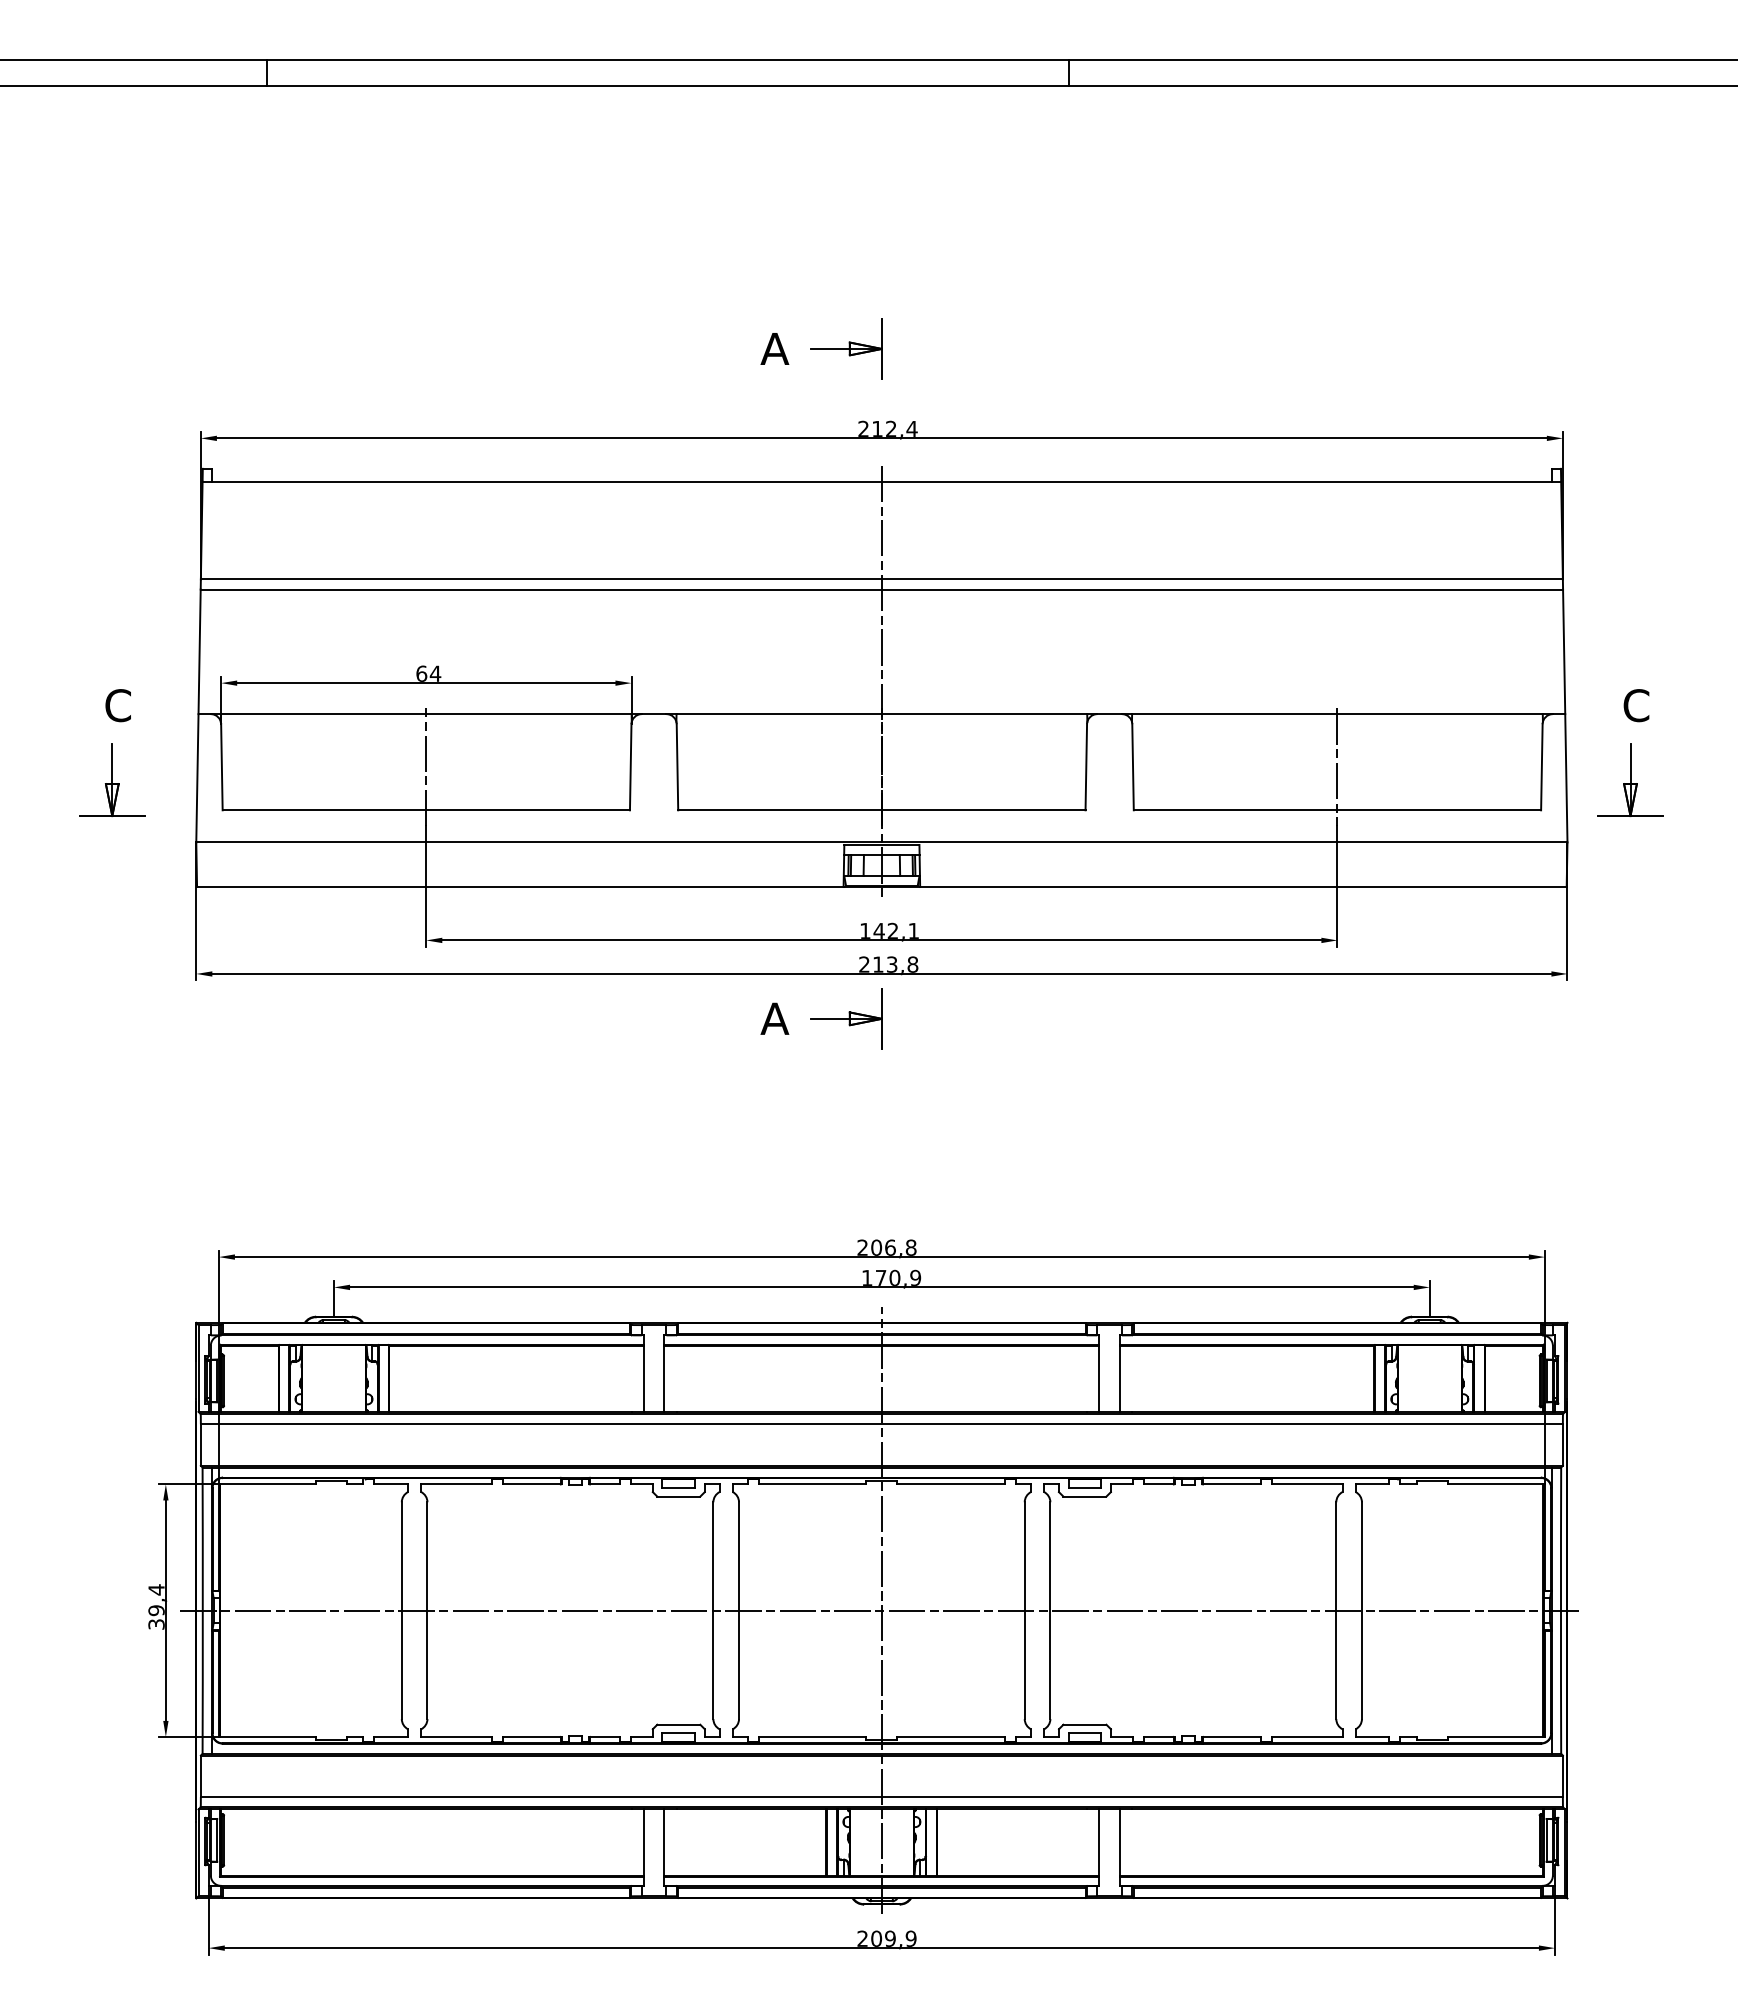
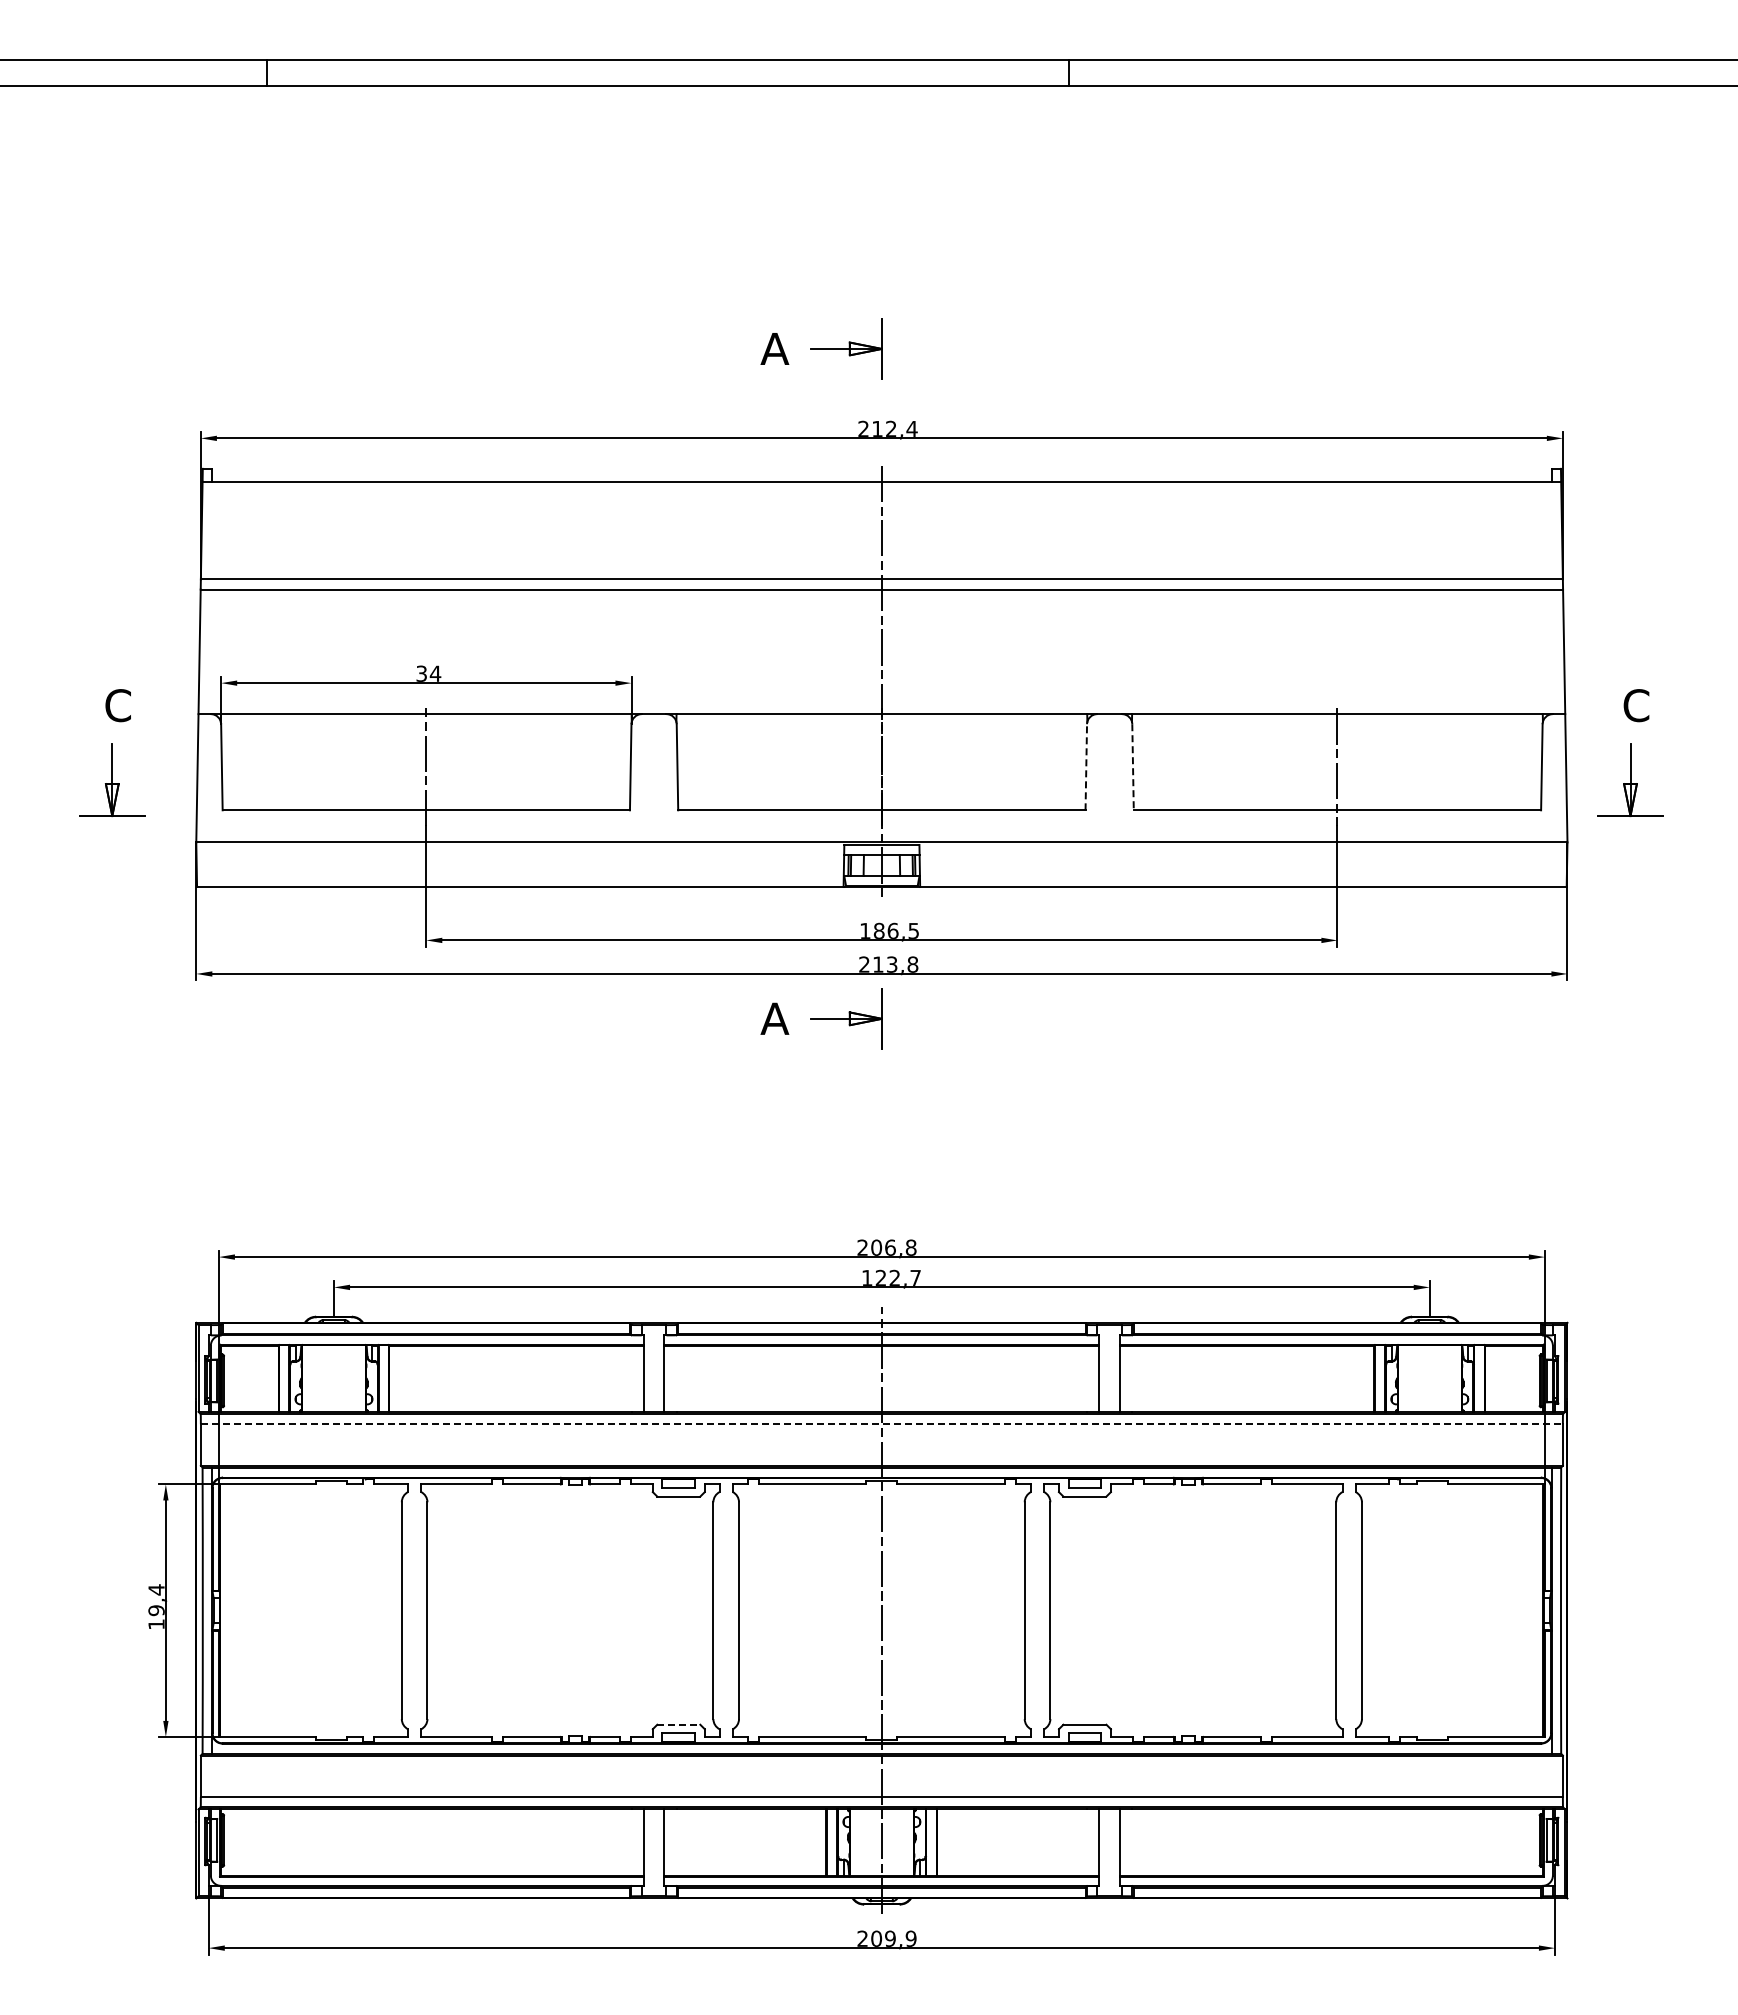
text at (421, 673): 64 -> 34
line at (1086, 766): solid -> dashed
line at (1133, 767): solid -> dashed
text at (895, 930): 142,1 -> 186,5
text at (898, 1277): 170,9 -> 122,7
line at (882, 1424): solid -> dashed
line at (881, 1610): present -> none
text at (156, 1624): 39,4 -> 19,4
line at (678, 1724): solid -> dashed
